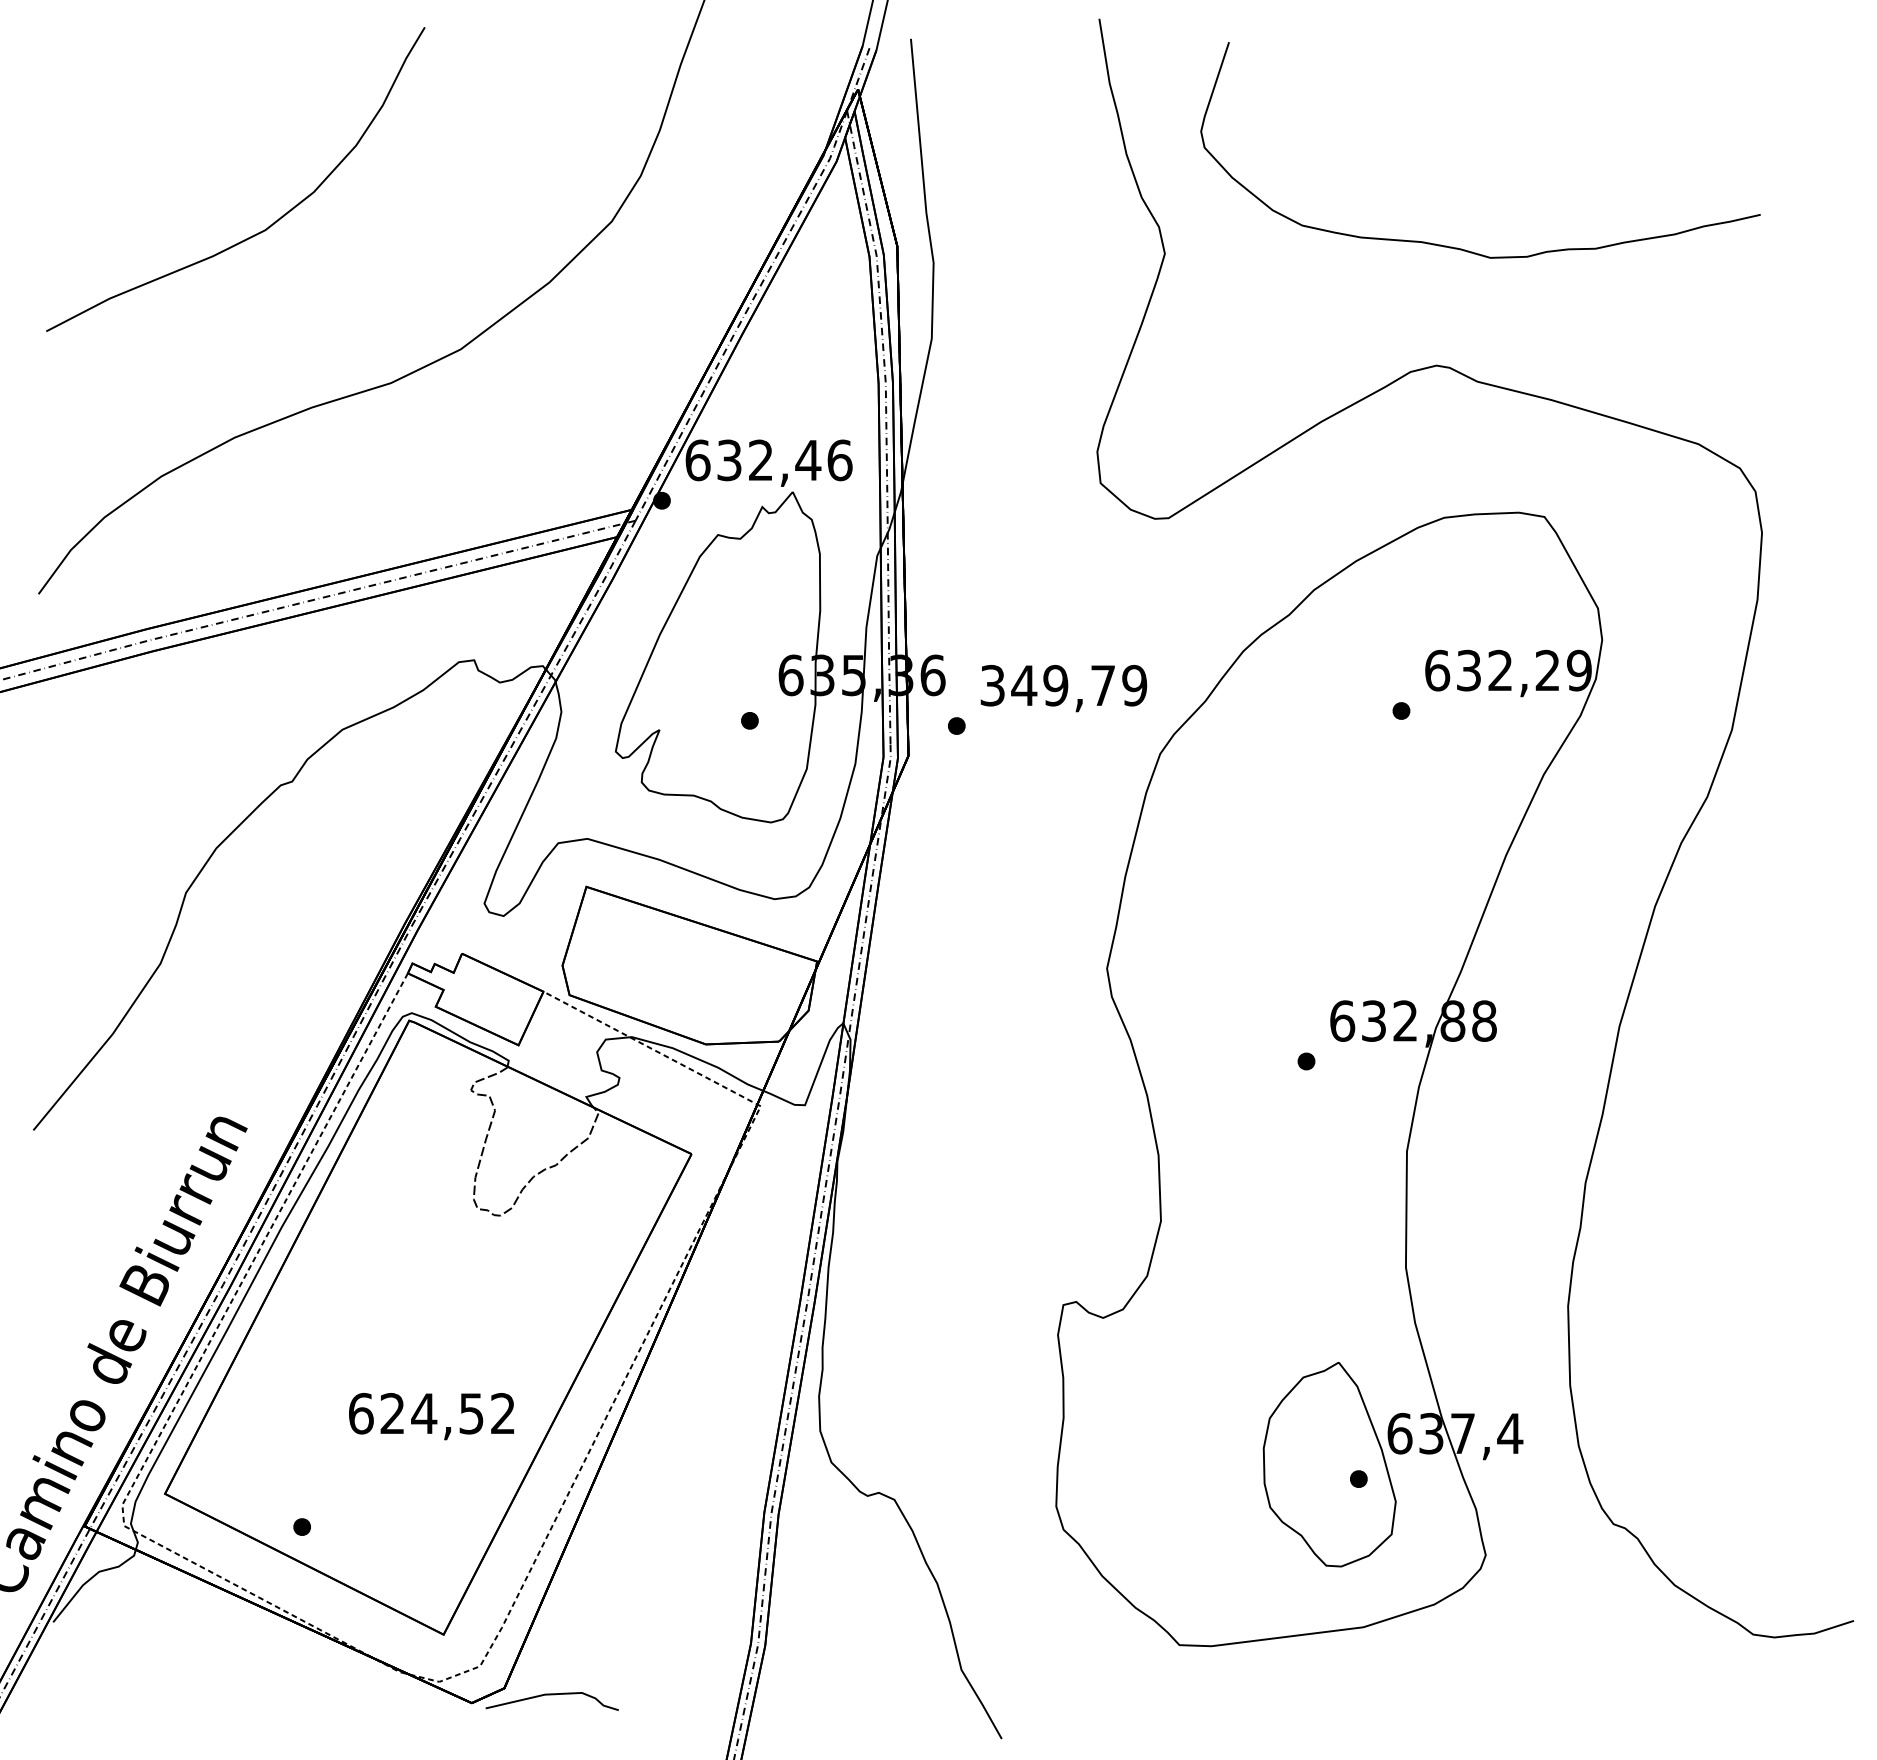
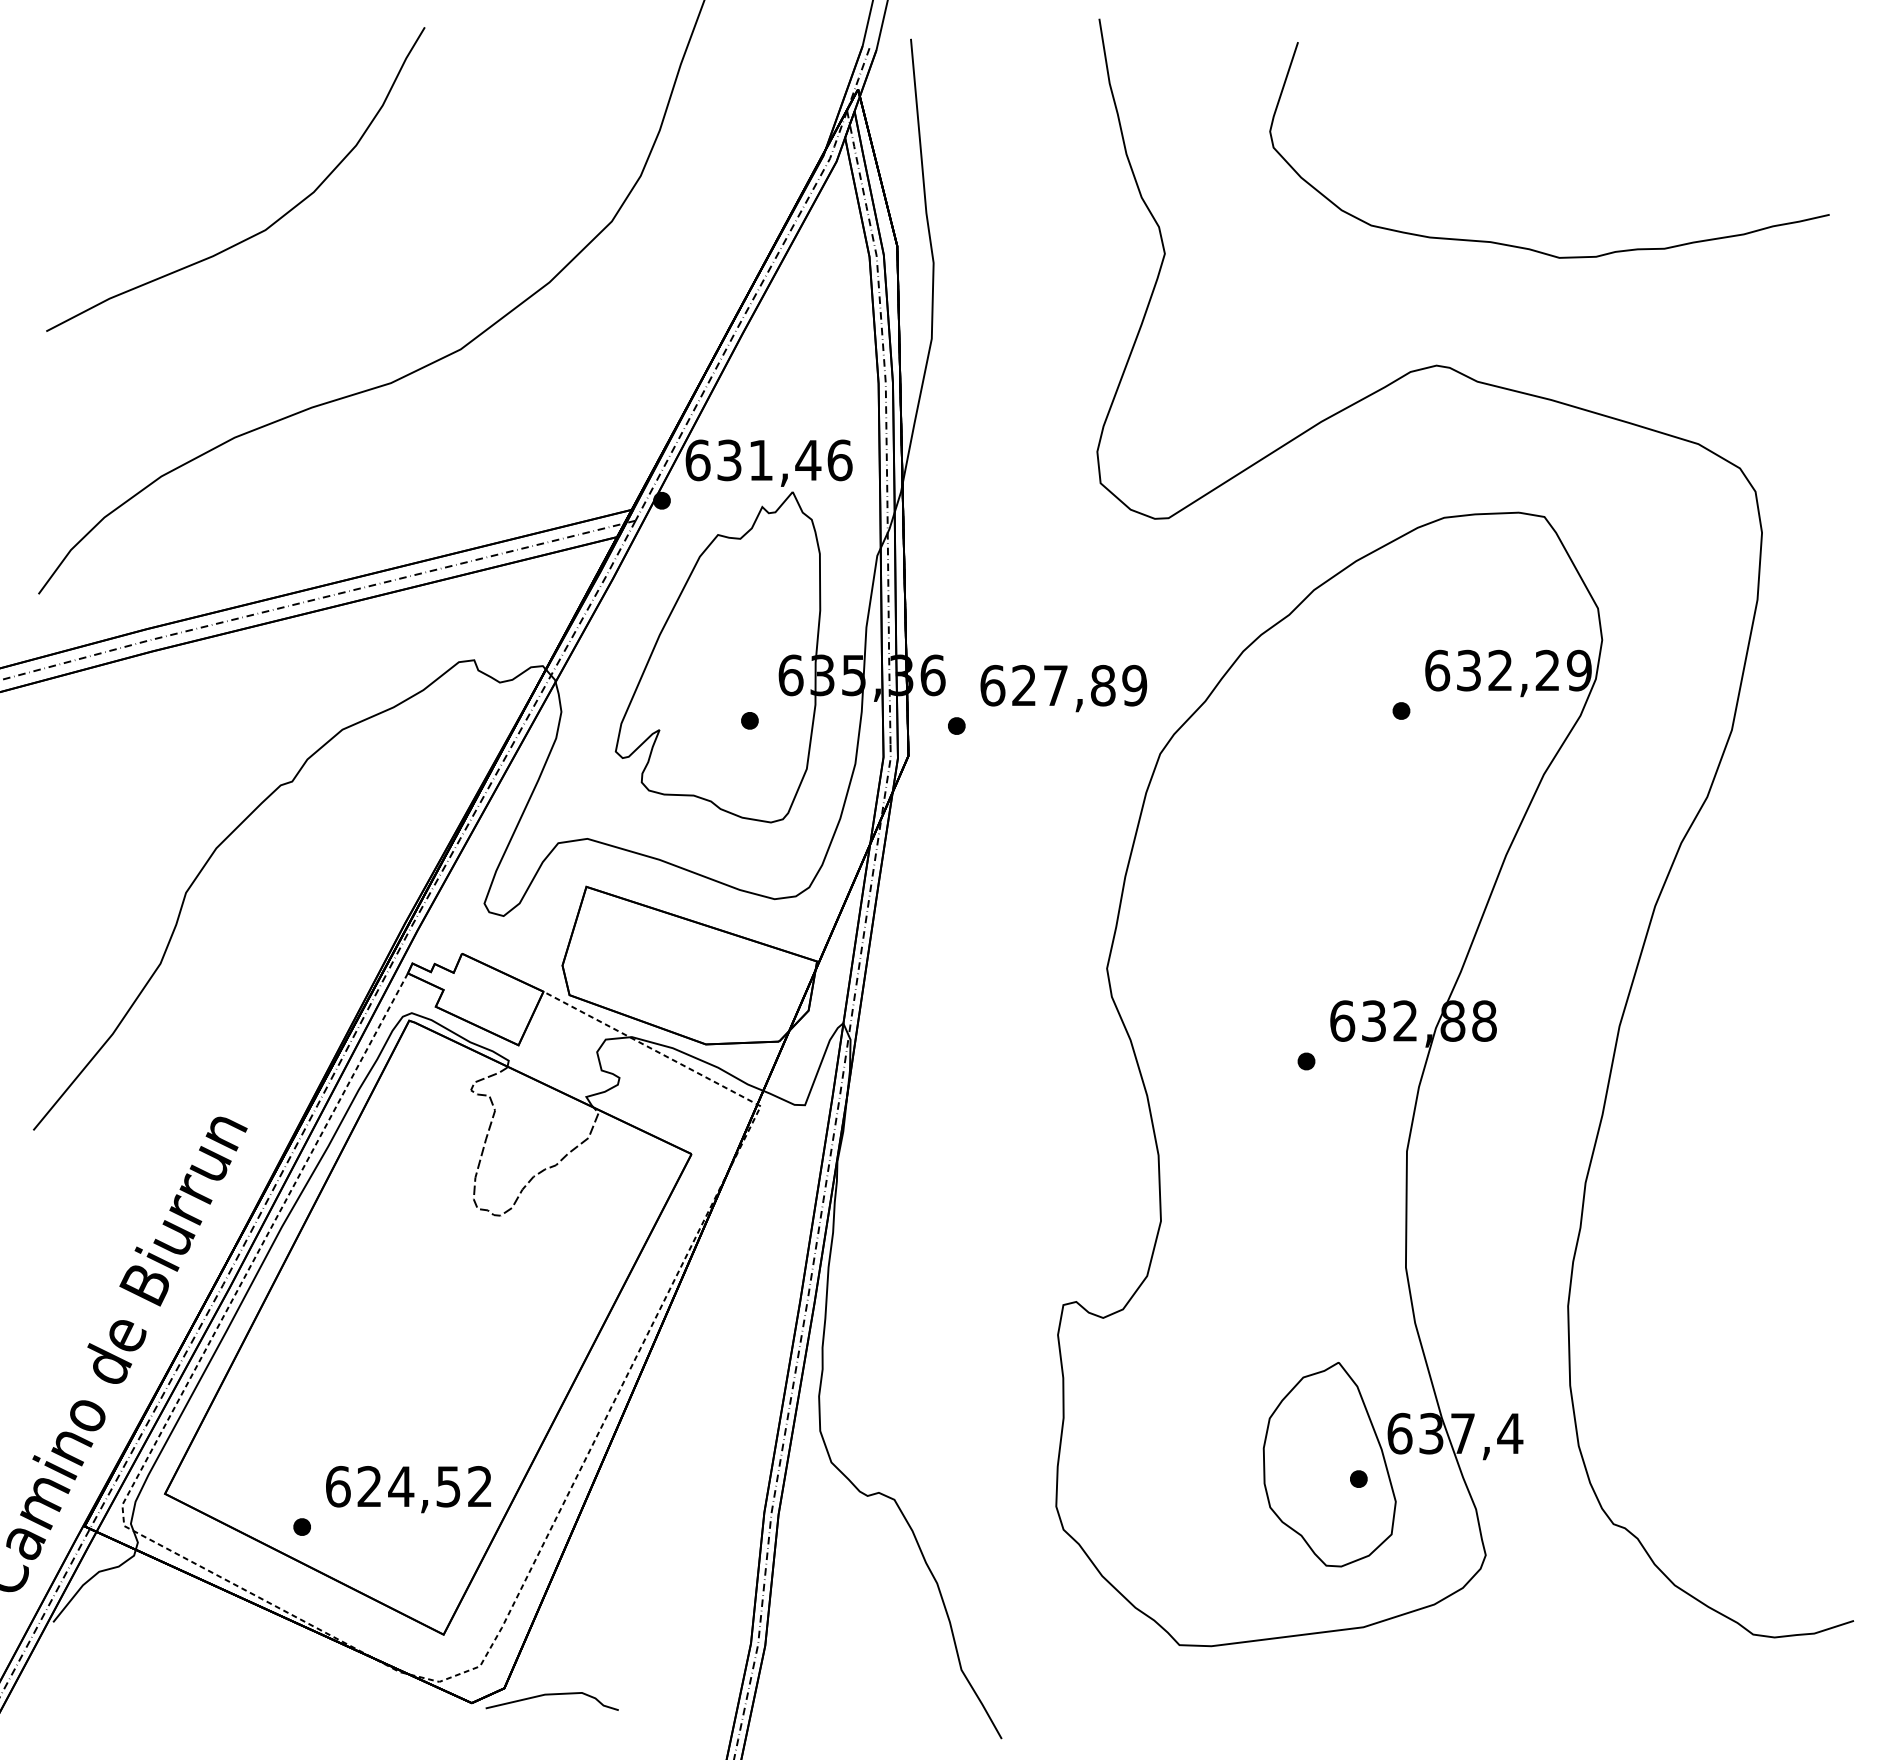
curve at (1457, 247) position: (1457, 247) -> (1526, 247)
text at (760, 459): 632,46 -> 631,46
text at (1047, 685): 349,79 -> 627,89
text at (431, 1416) position: (431, 1416) -> (408, 1489)
